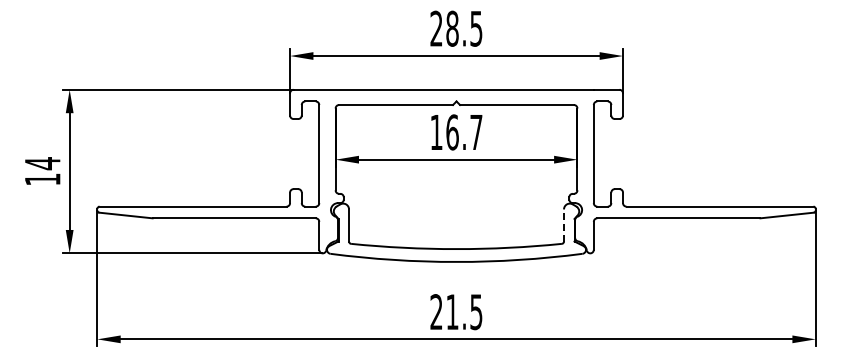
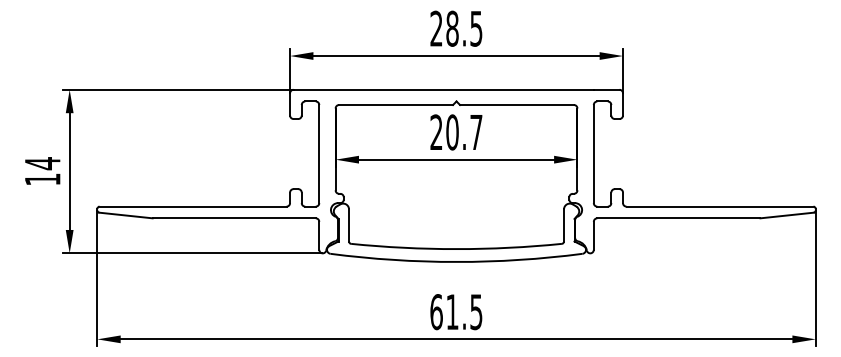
text at (444, 132): 16.7 -> 20.7
line at (564, 225): dashed -> solid
text at (436, 312): 21.5 -> 61.5
